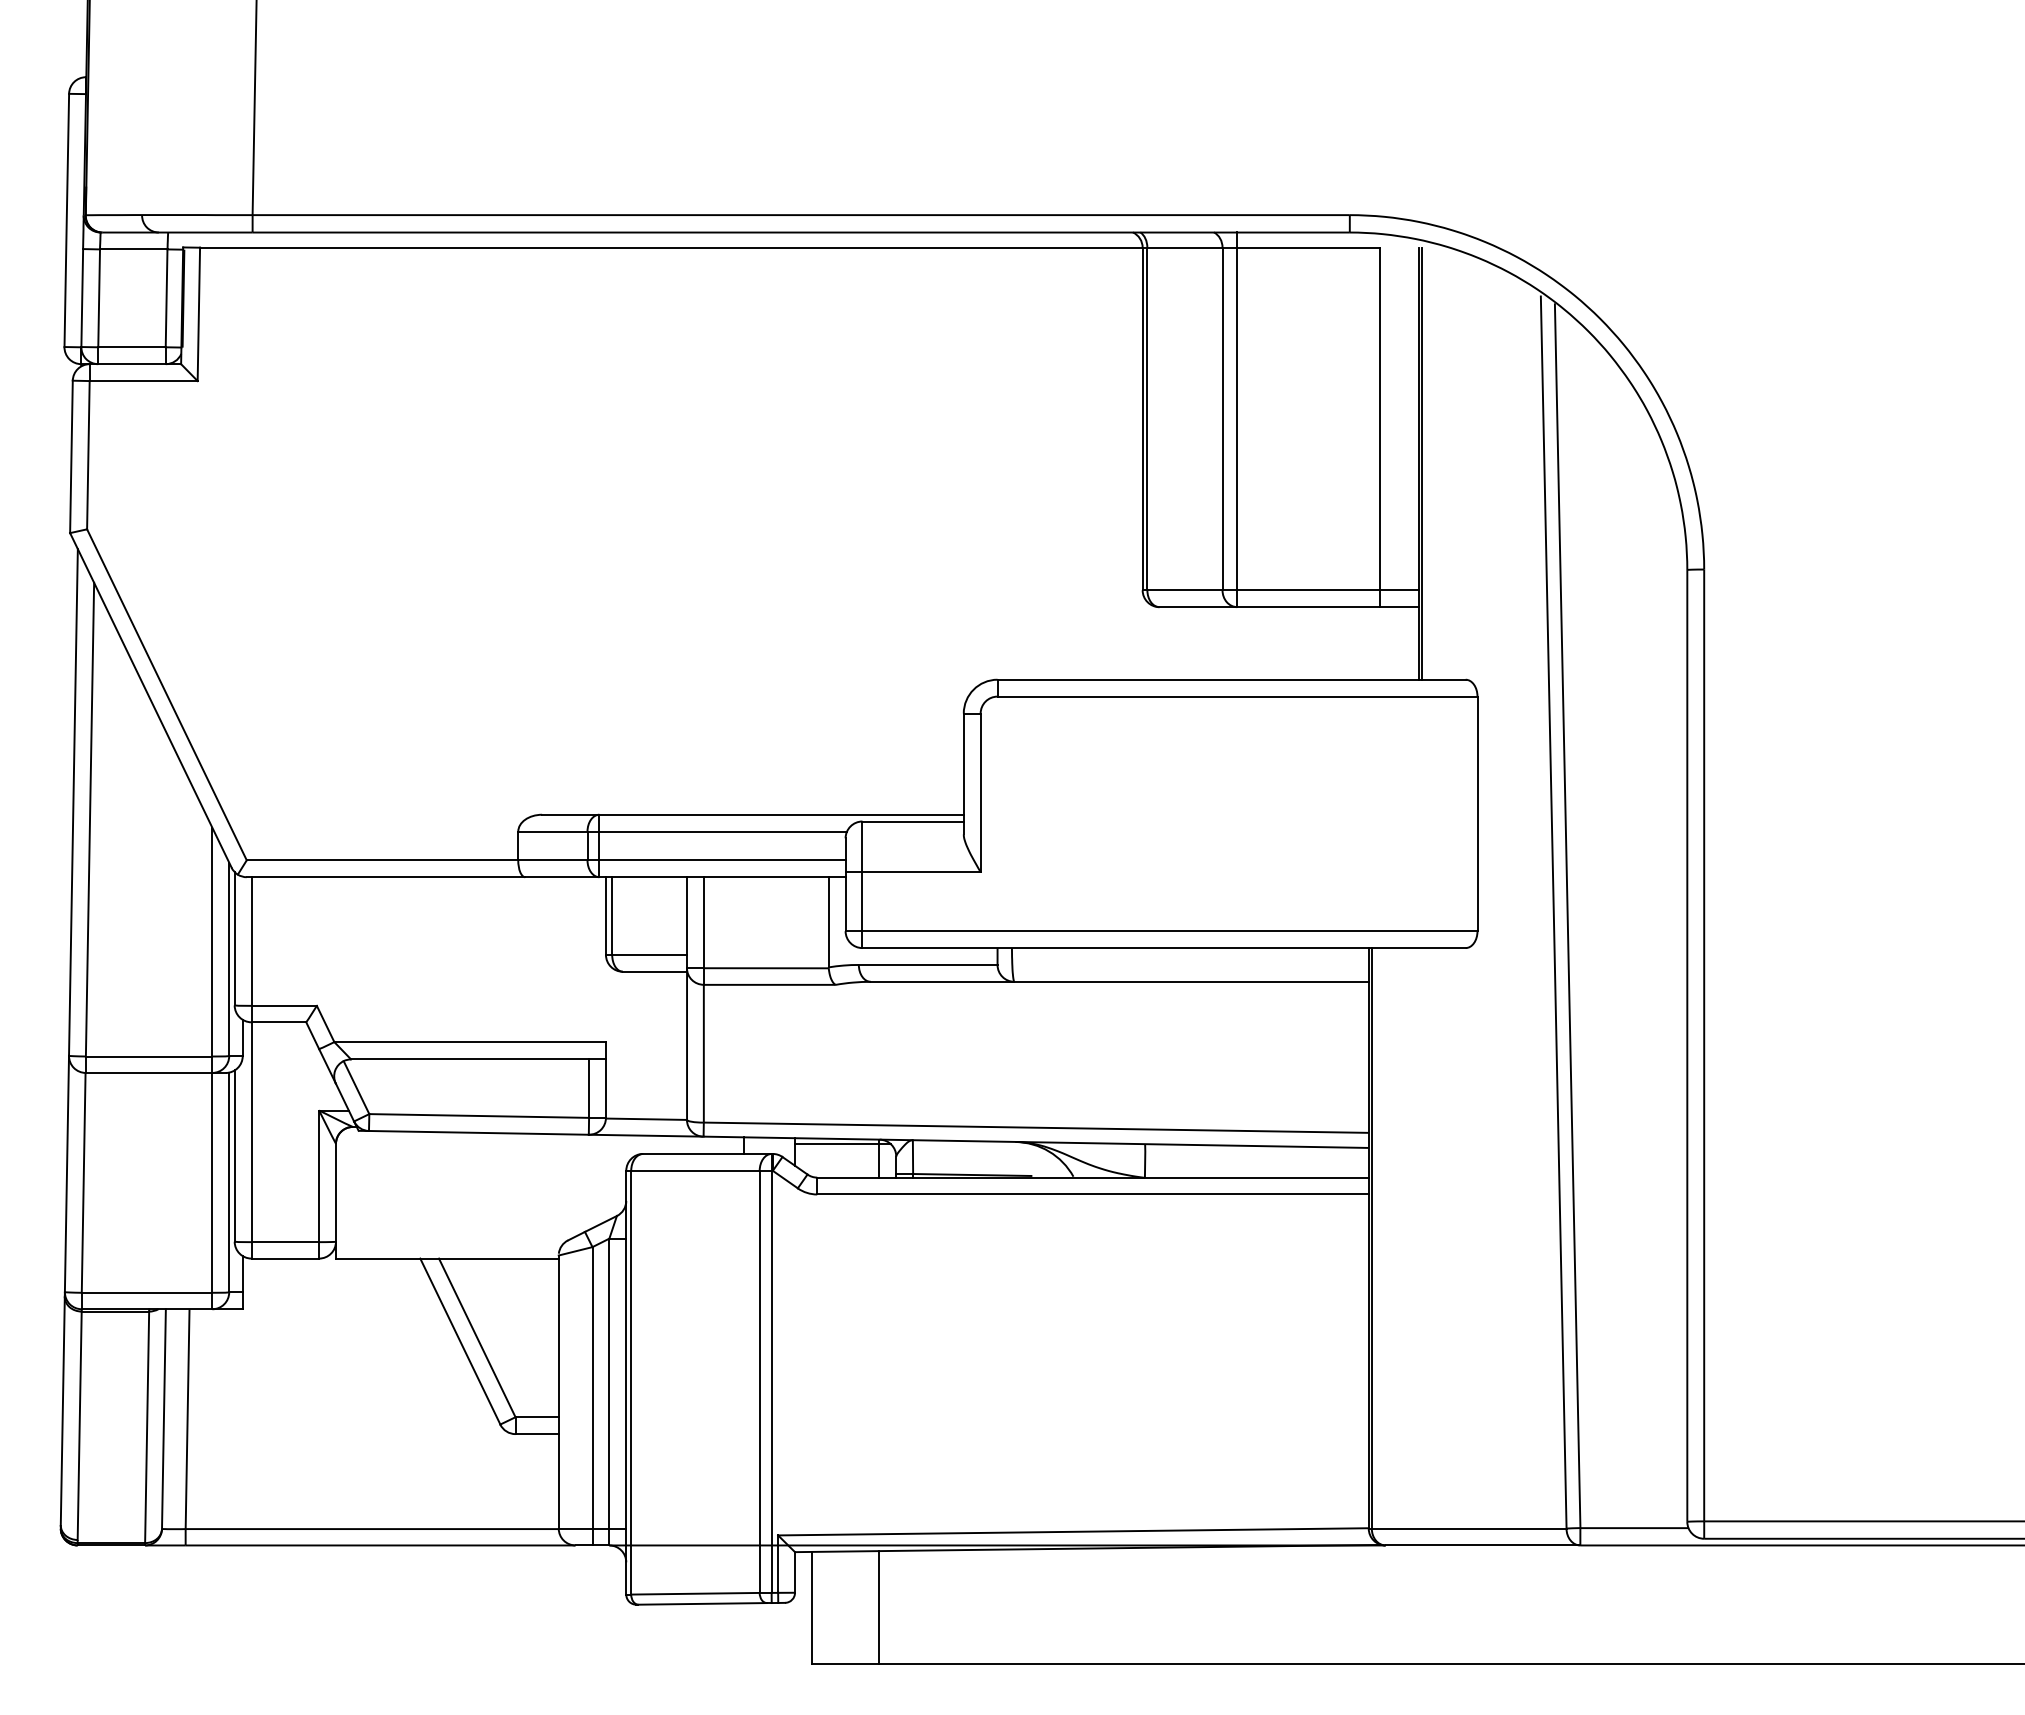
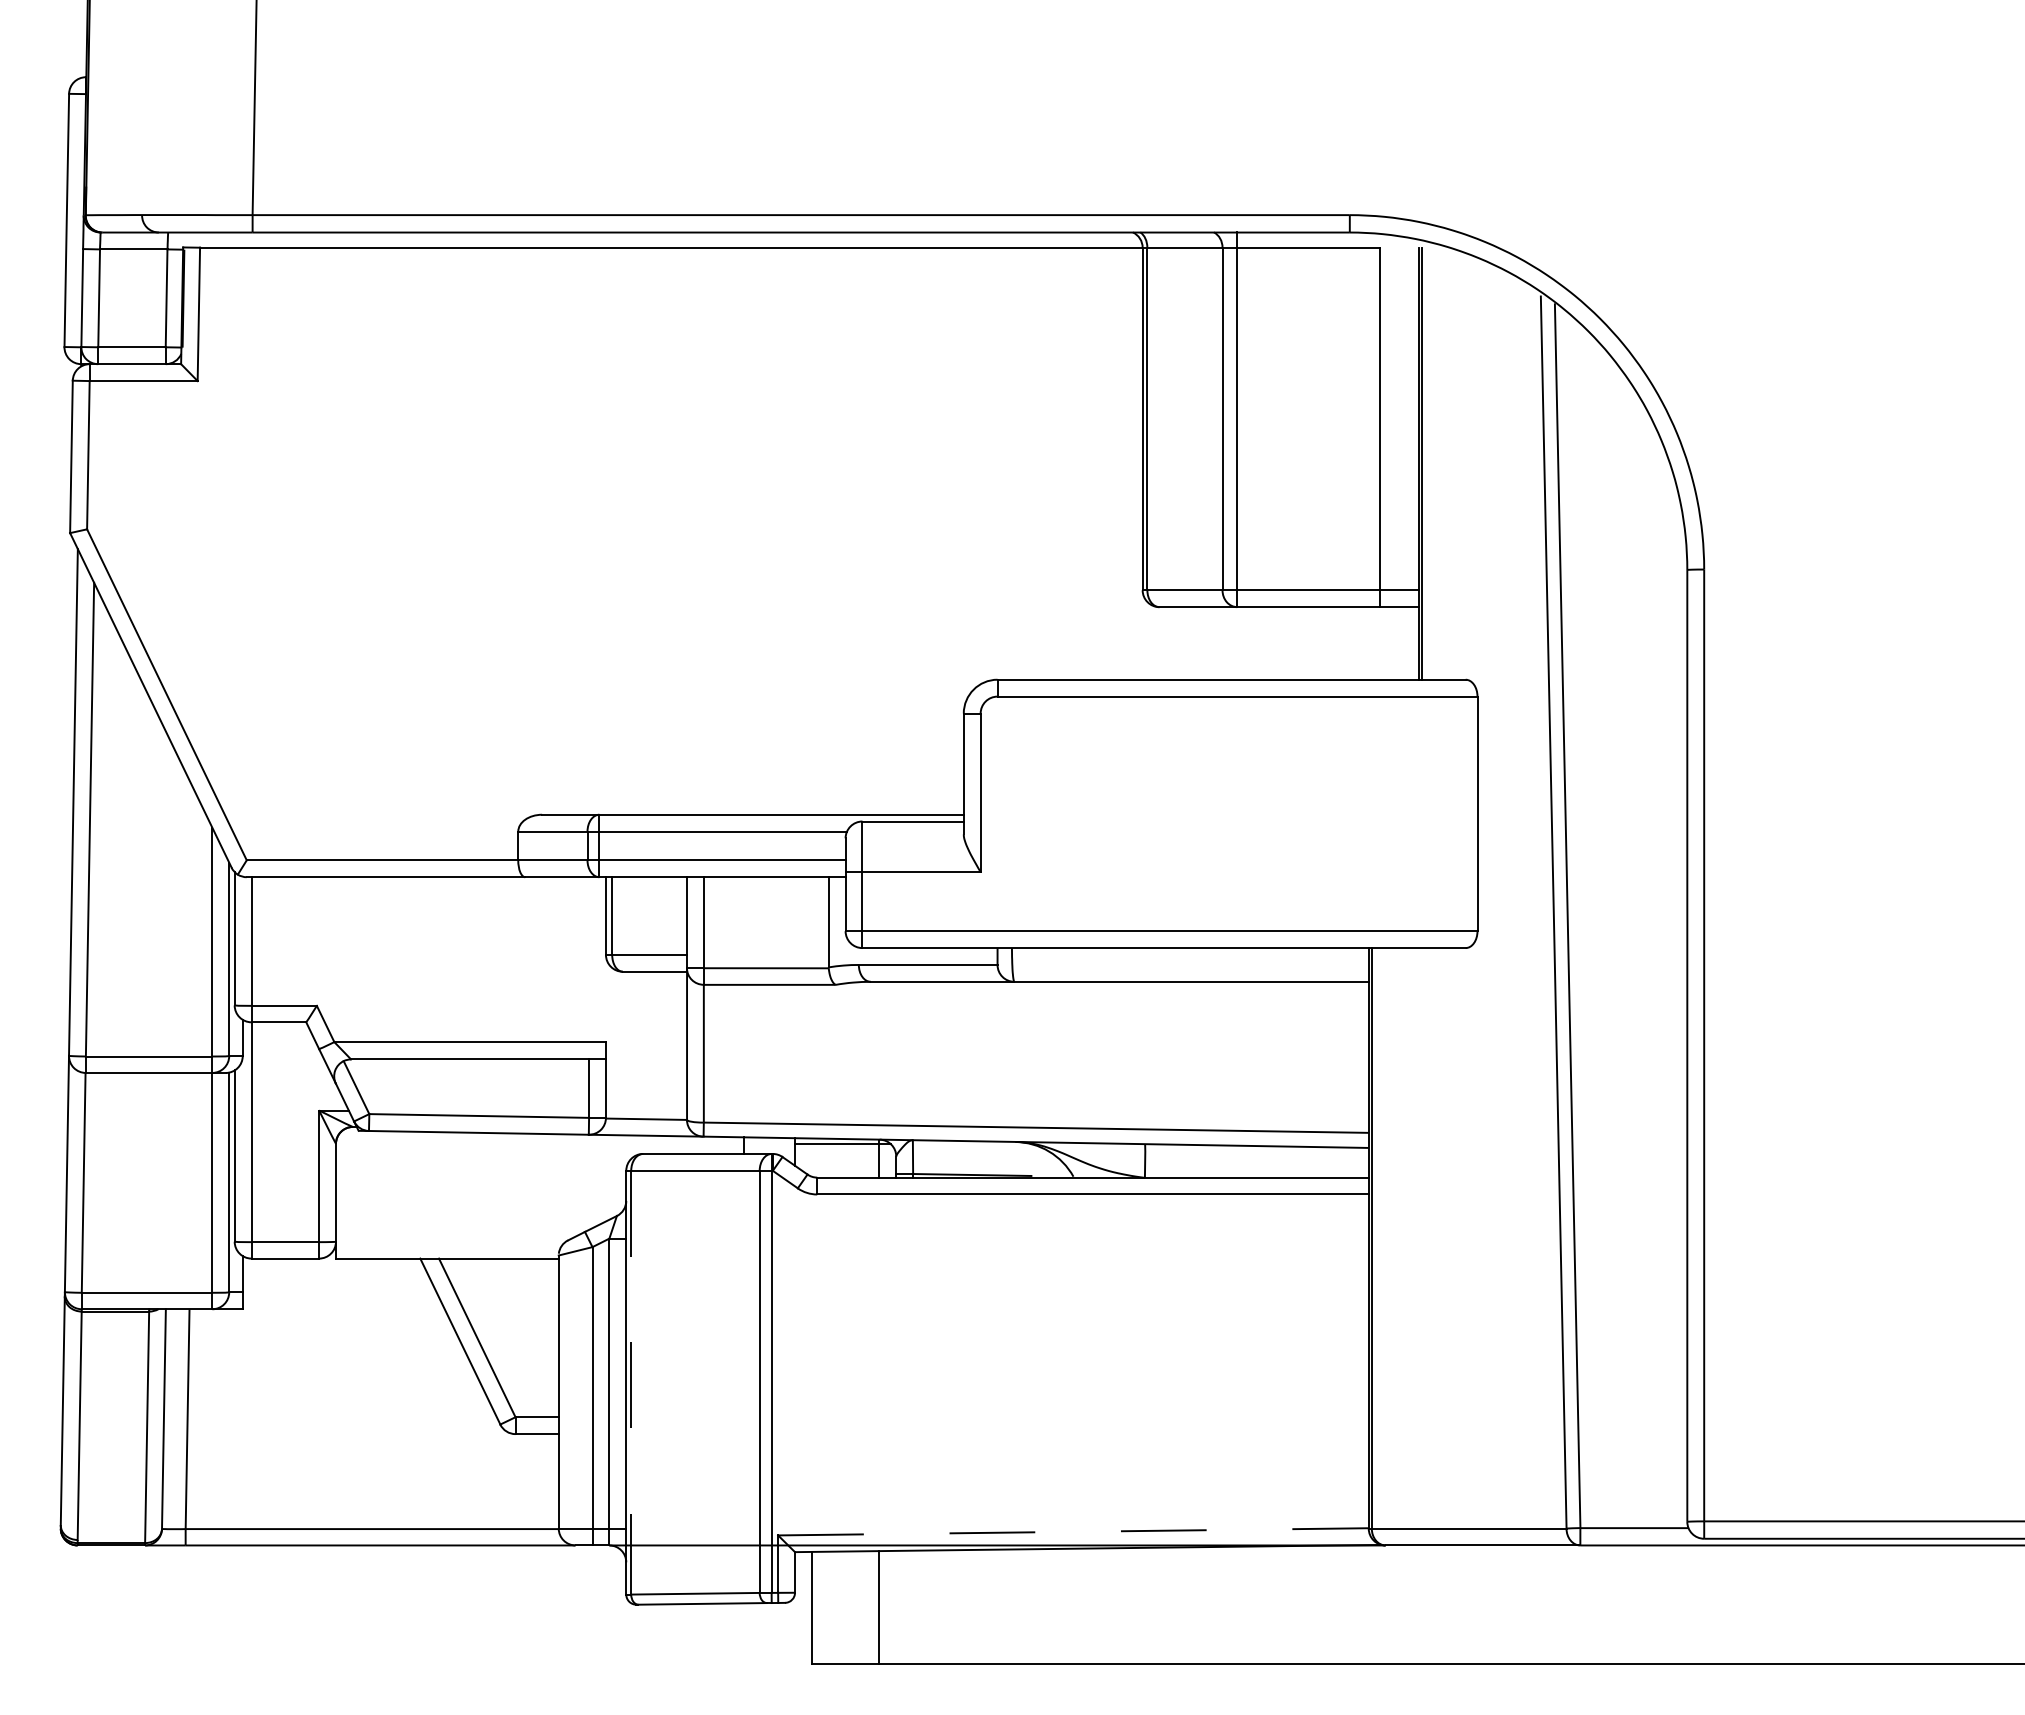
line at (631, 1382): solid -> dashed
line at (1073, 1531): solid -> dashed
